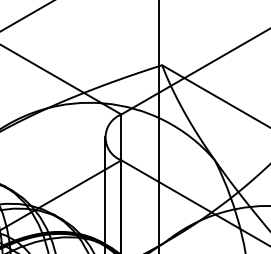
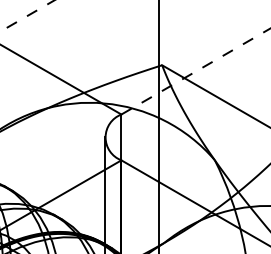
line at (27, 16): solid -> dashed
line at (195, 71): solid -> dashed
